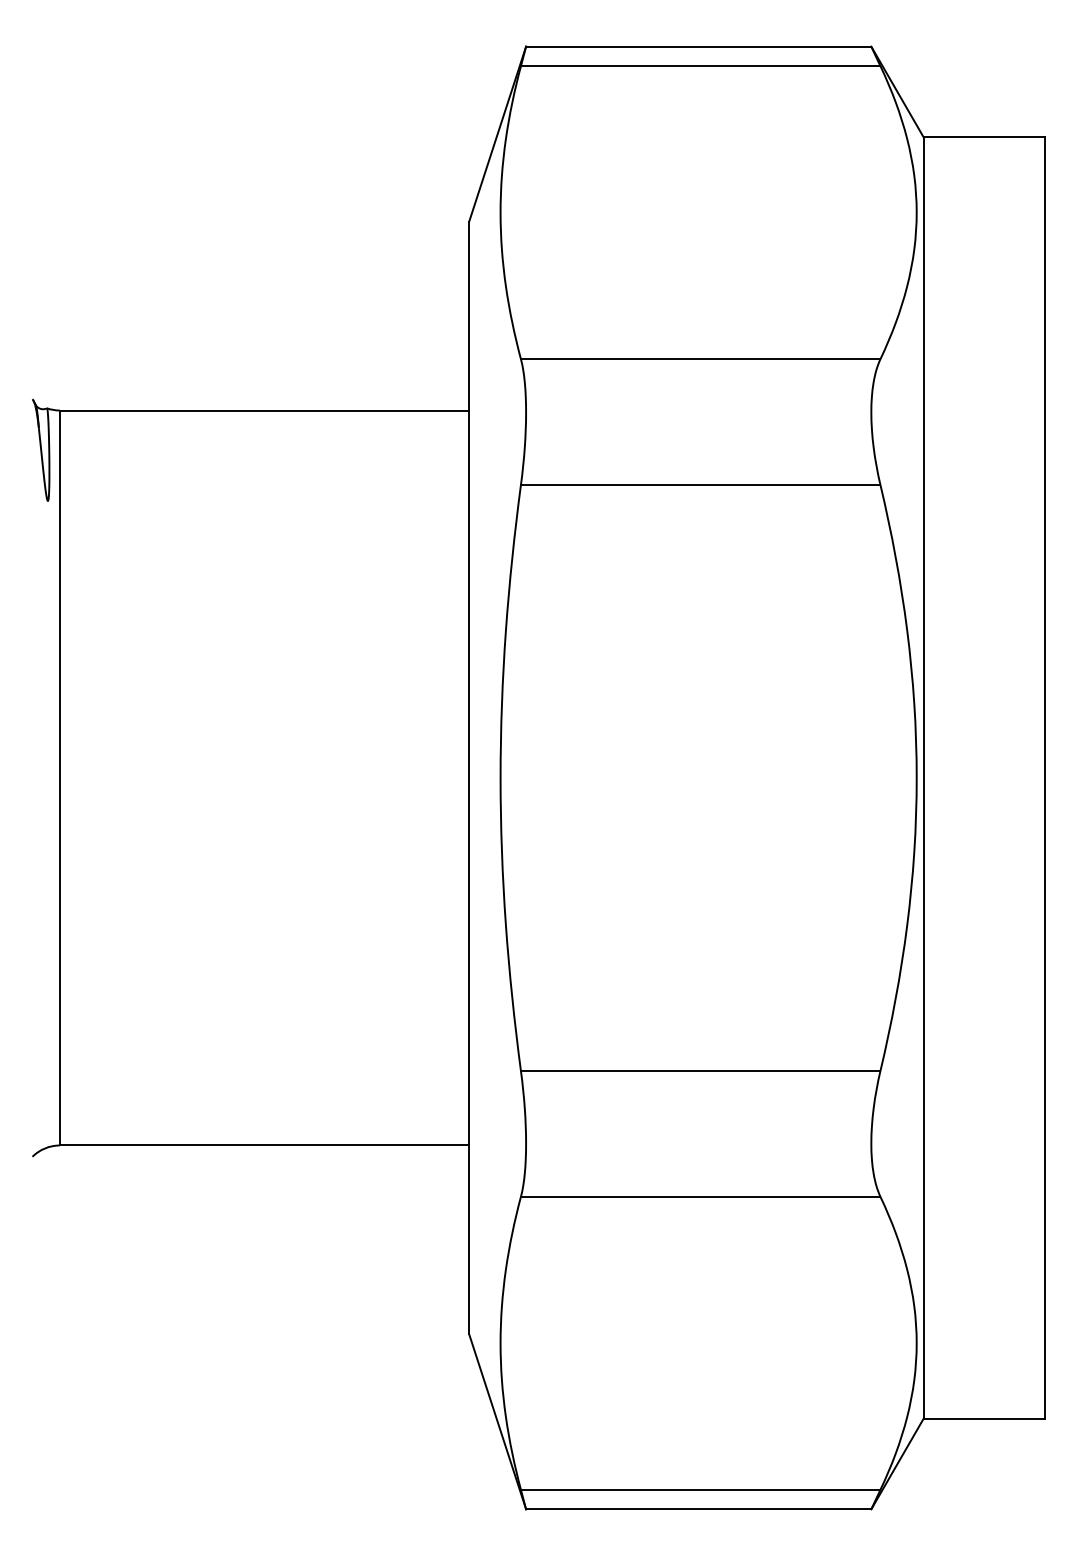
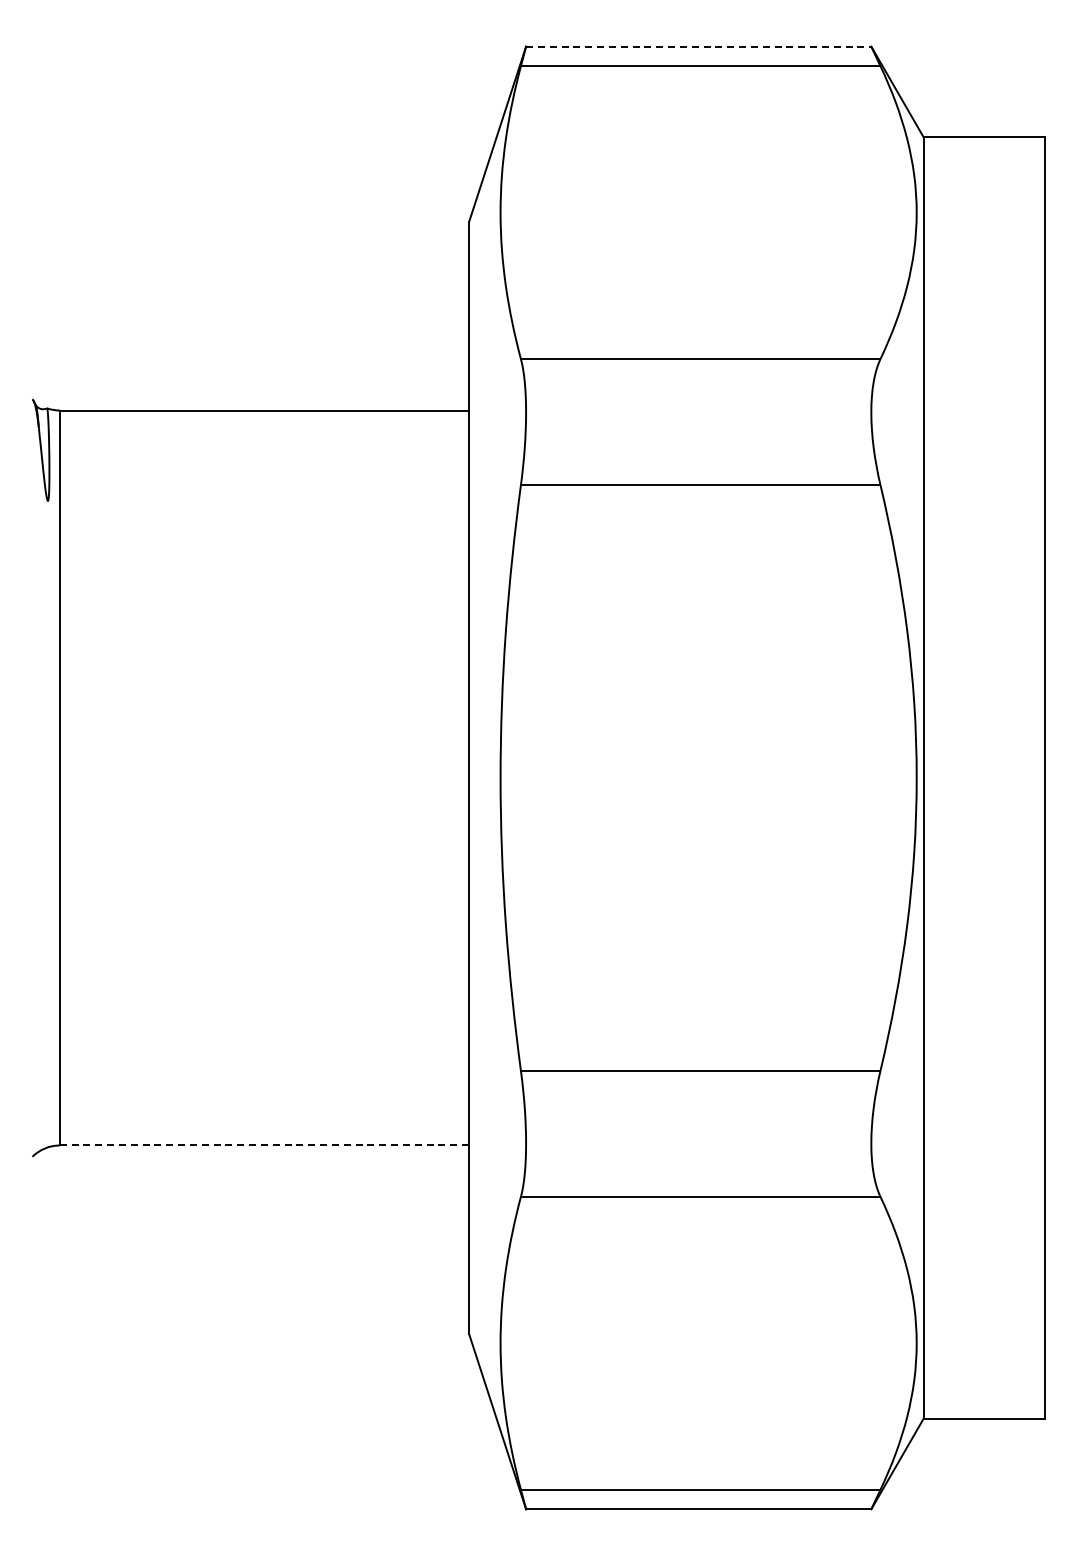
line at (698, 46): solid -> dashed
line at (264, 1145): solid -> dashed
